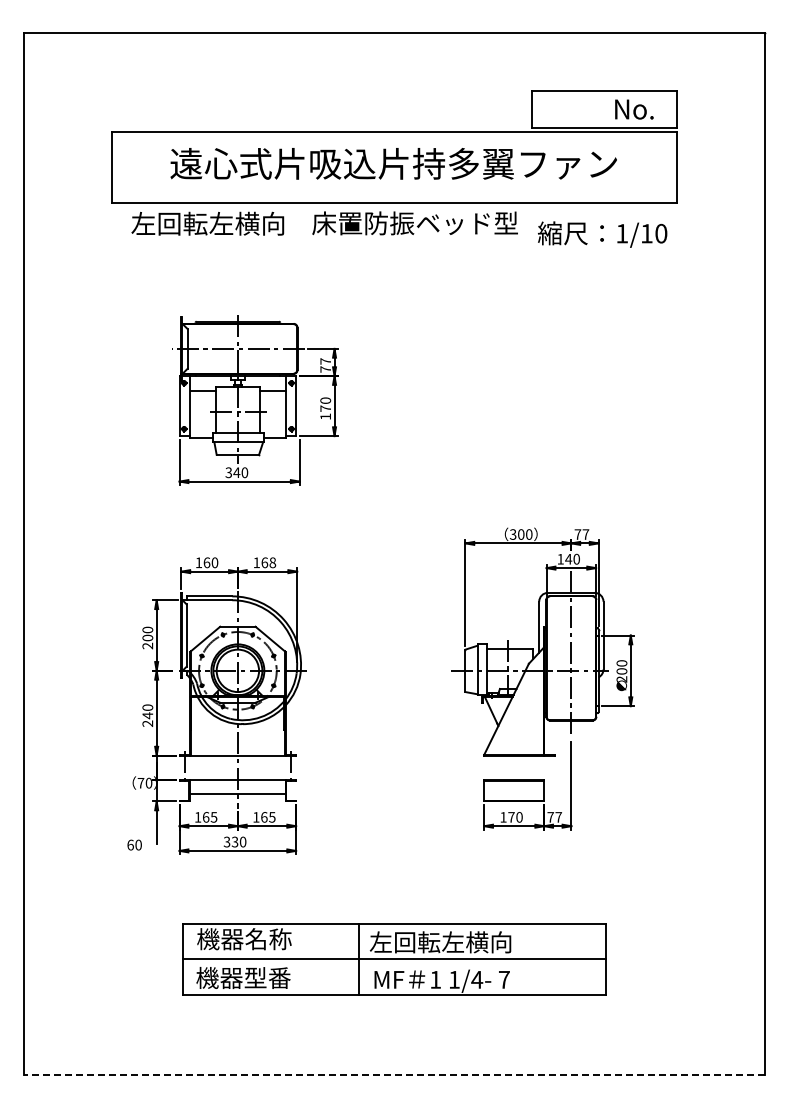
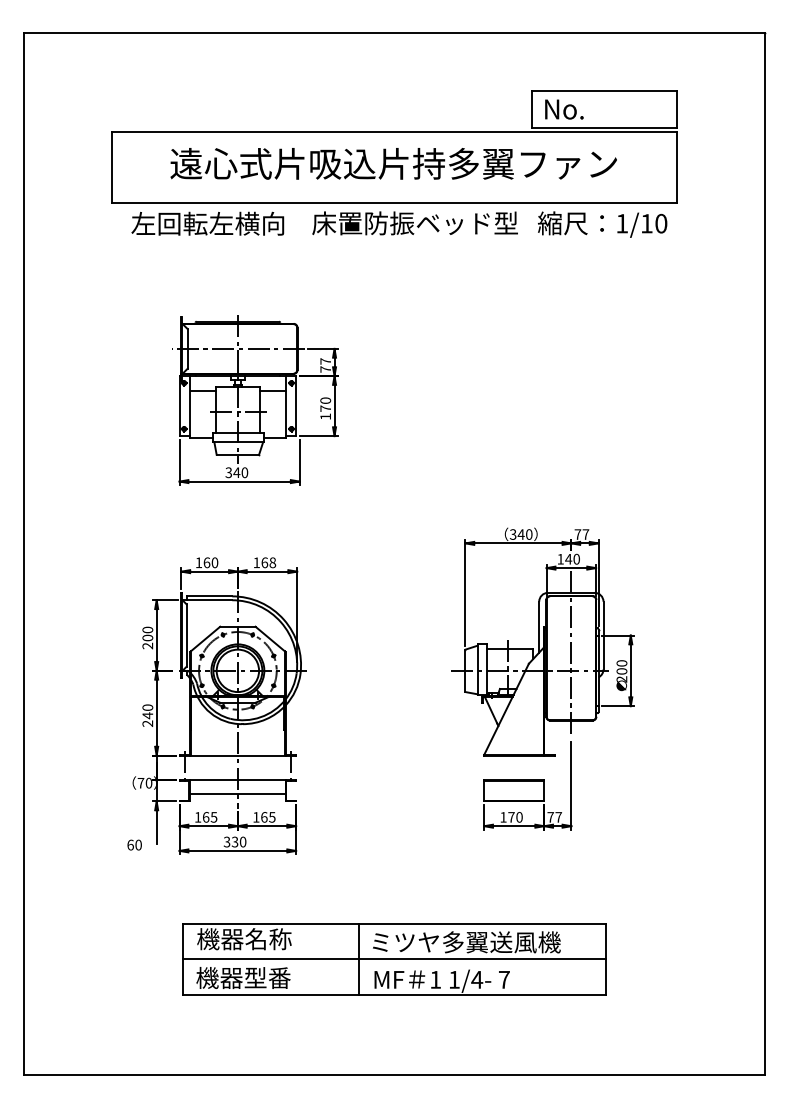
text at (634, 109) position: (634, 109) -> (564, 109)
text at (602, 234) position: (602, 234) -> (602, 224)
text at (520, 534): 300 -> 340
text at (464, 942): 左回転左横向 -> ミツヤ多翼送風機
line at (394, 1074): dashed -> solid
